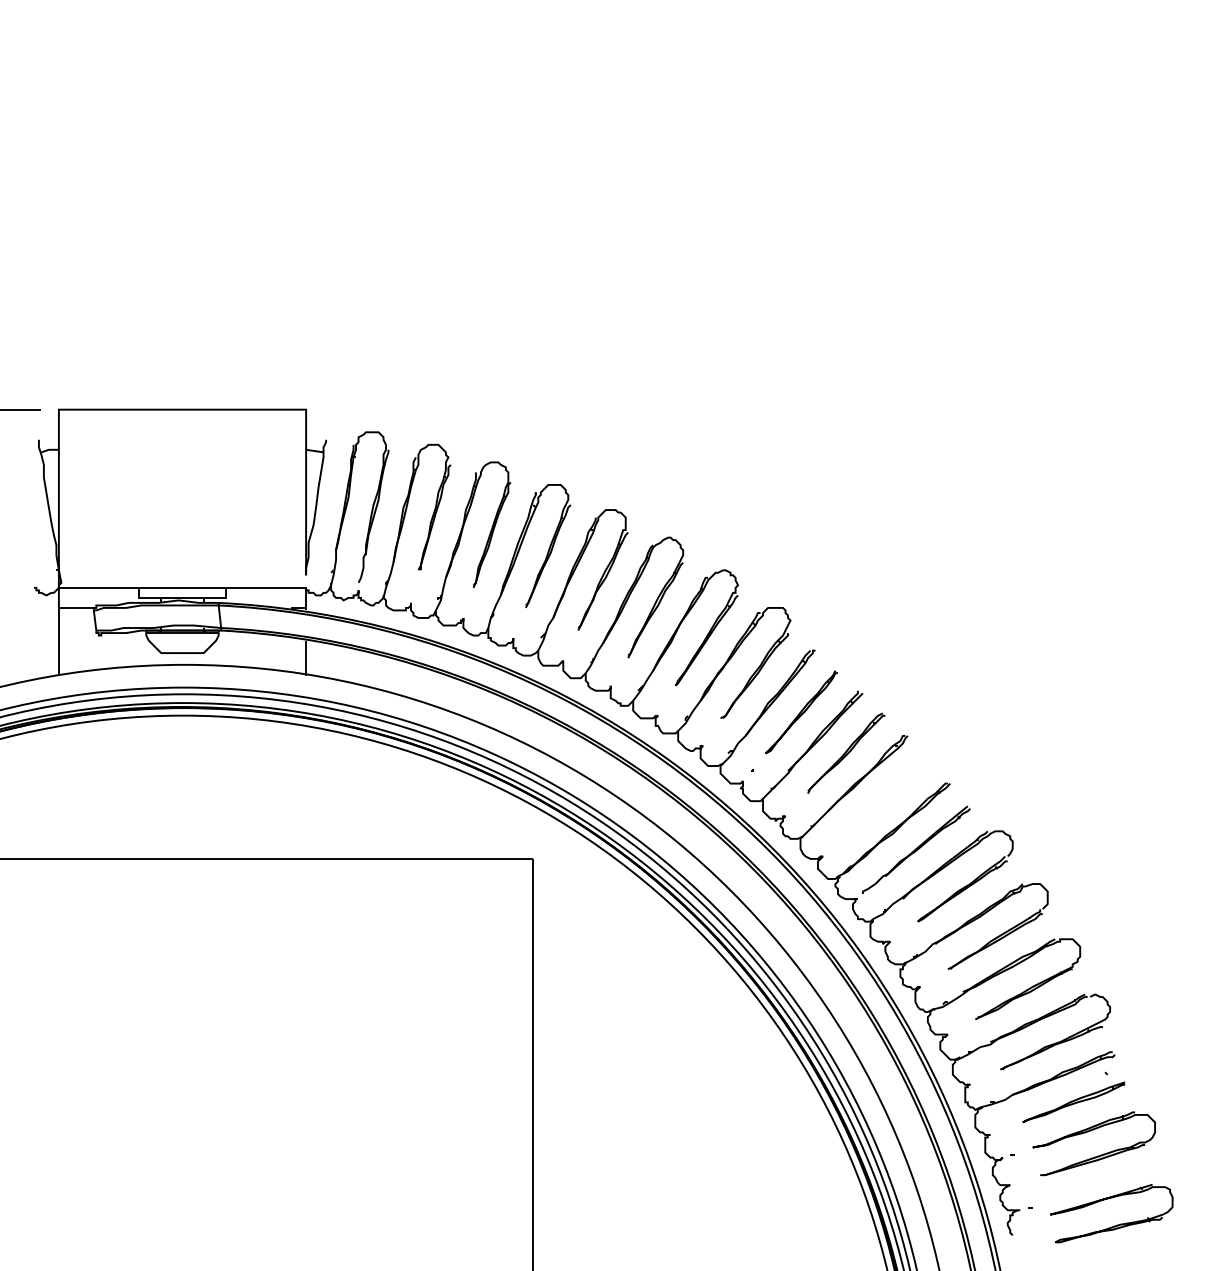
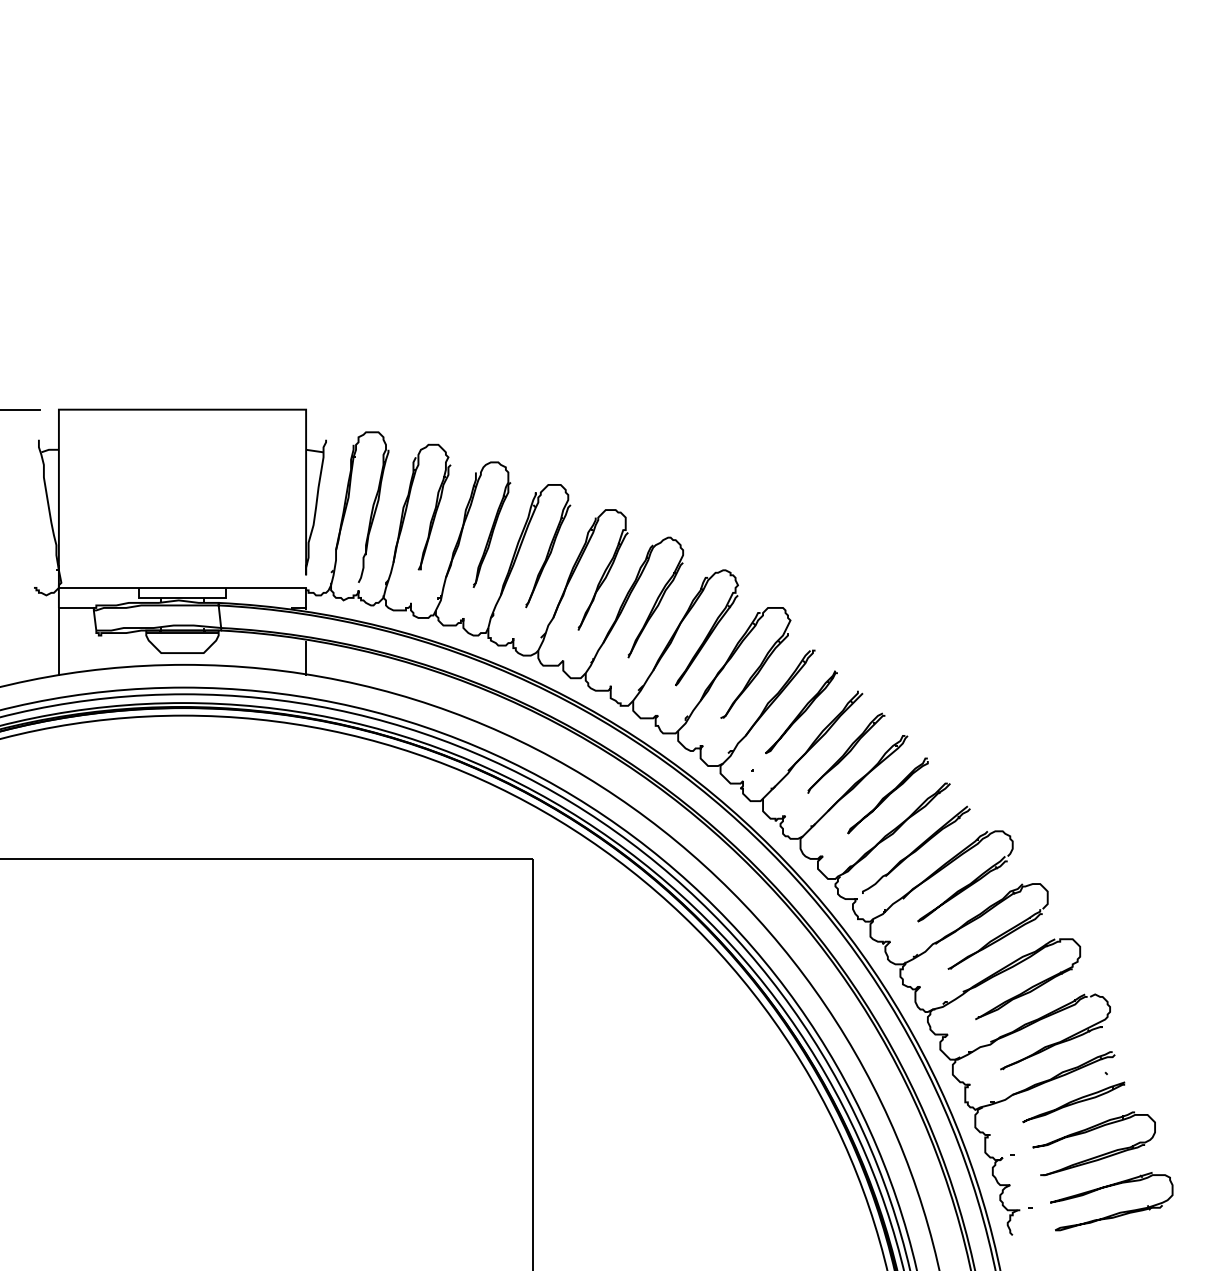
curve at (887, 795): none -> present
part at (1114, 1225) position: (1114, 1225) -> (1114, 1213)
